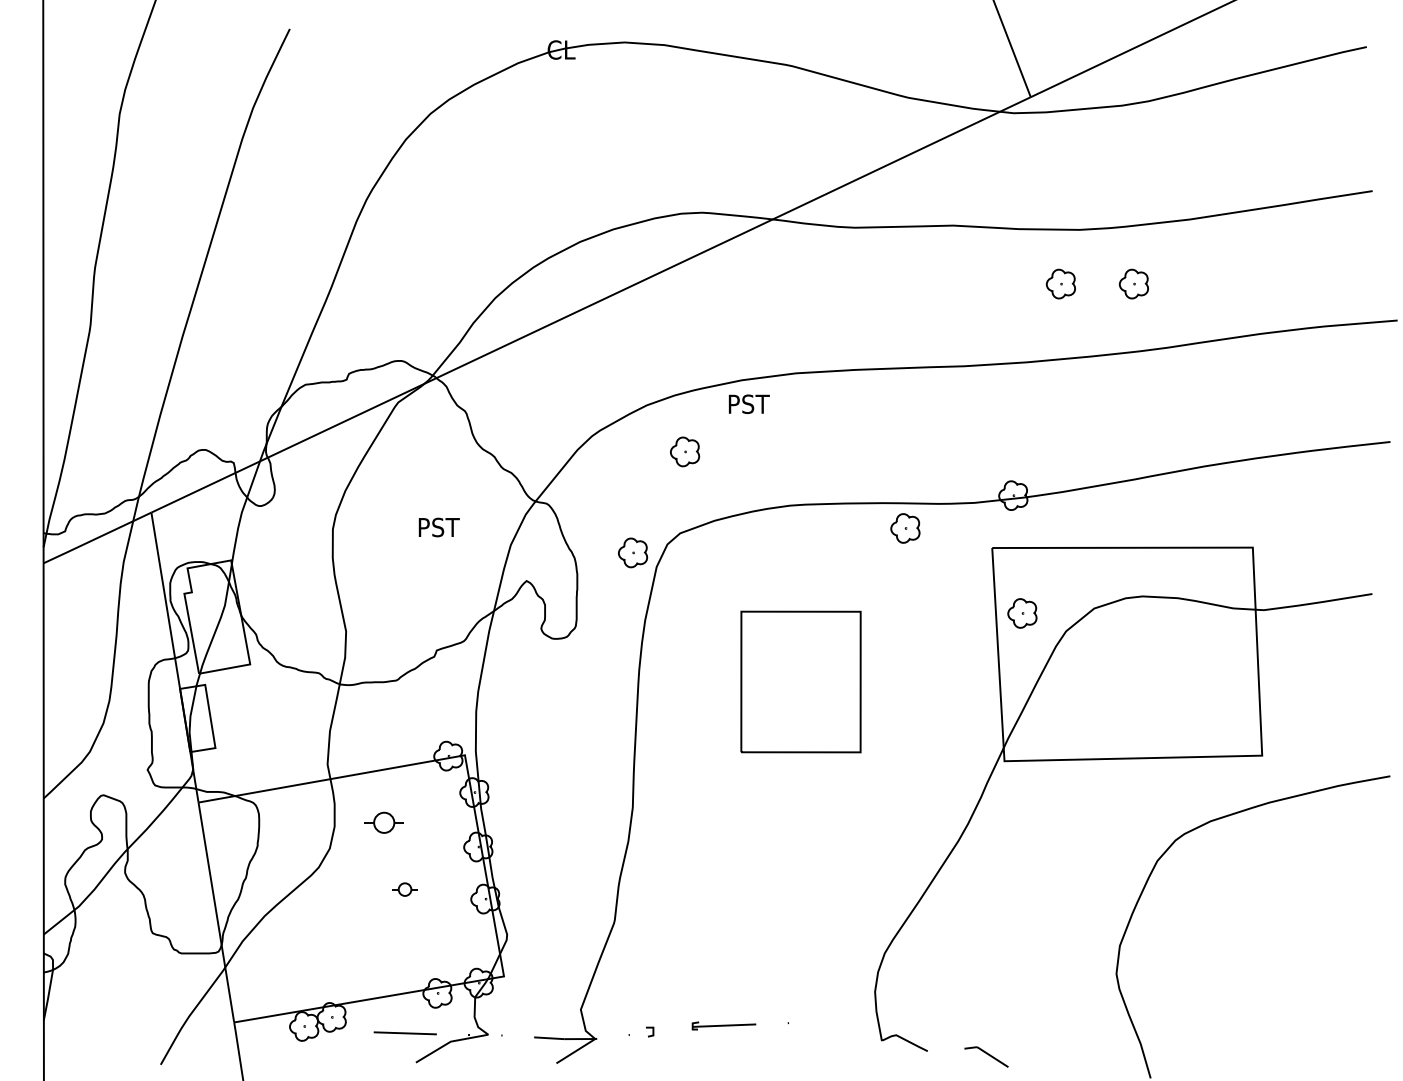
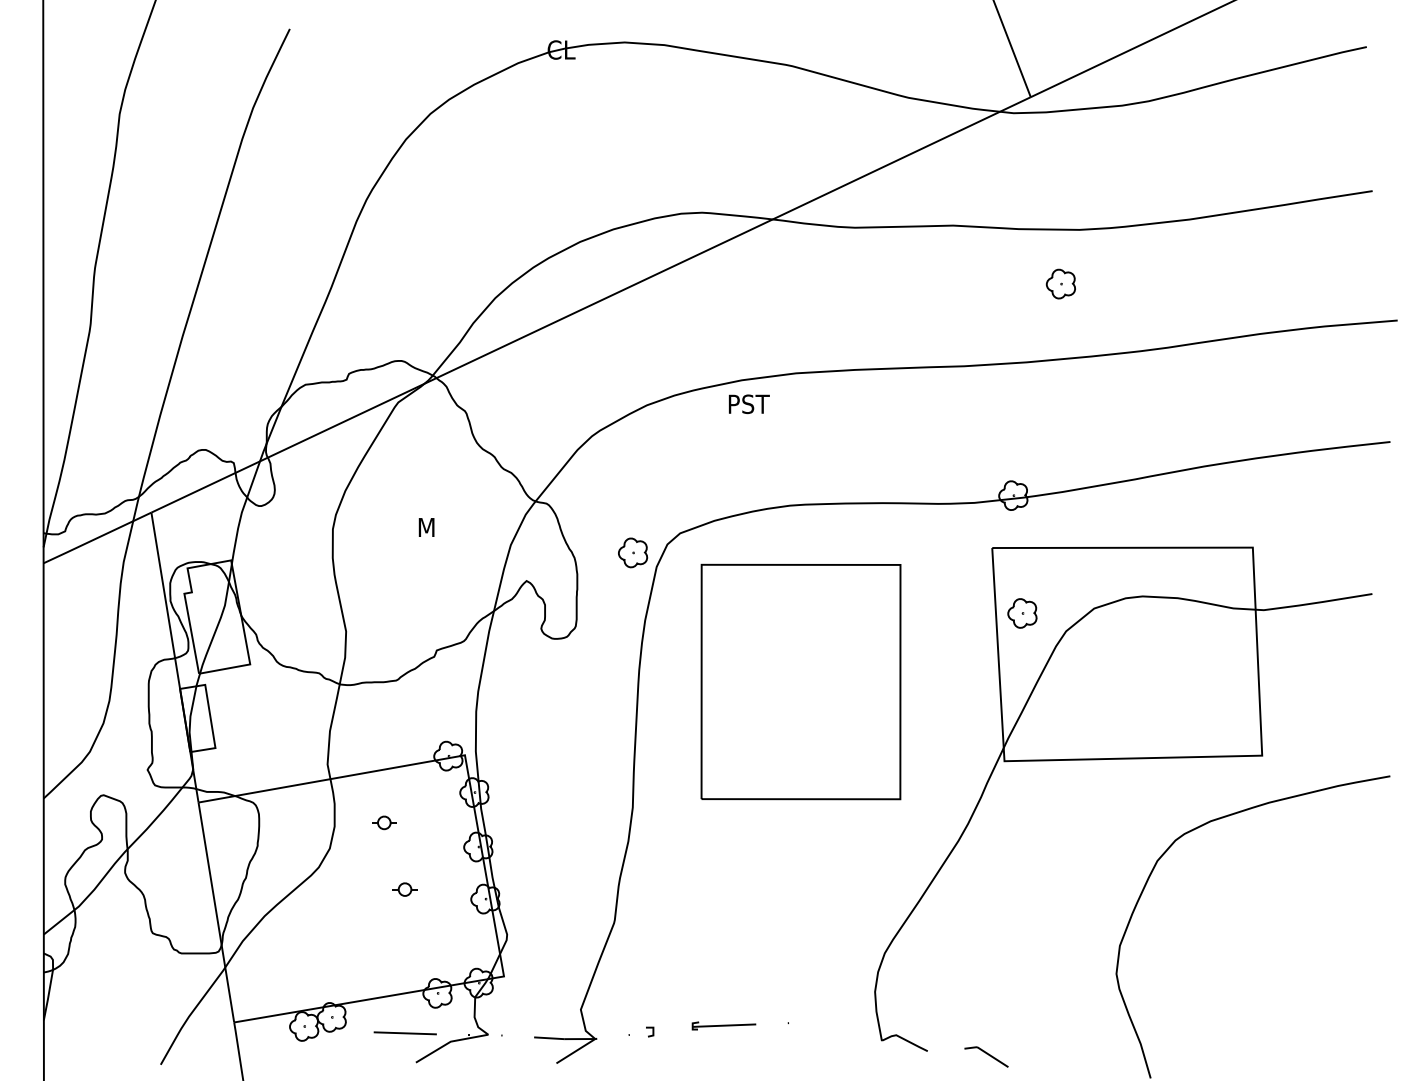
part at (1133, 283): present -> none
part at (685, 451): present -> none
text at (440, 527): PST -> M
part at (905, 528): present -> none
part at (800, 681) size: 122x144 px -> 202x238 px
part at (383, 822) size: 40x23 px -> 25x16 px
